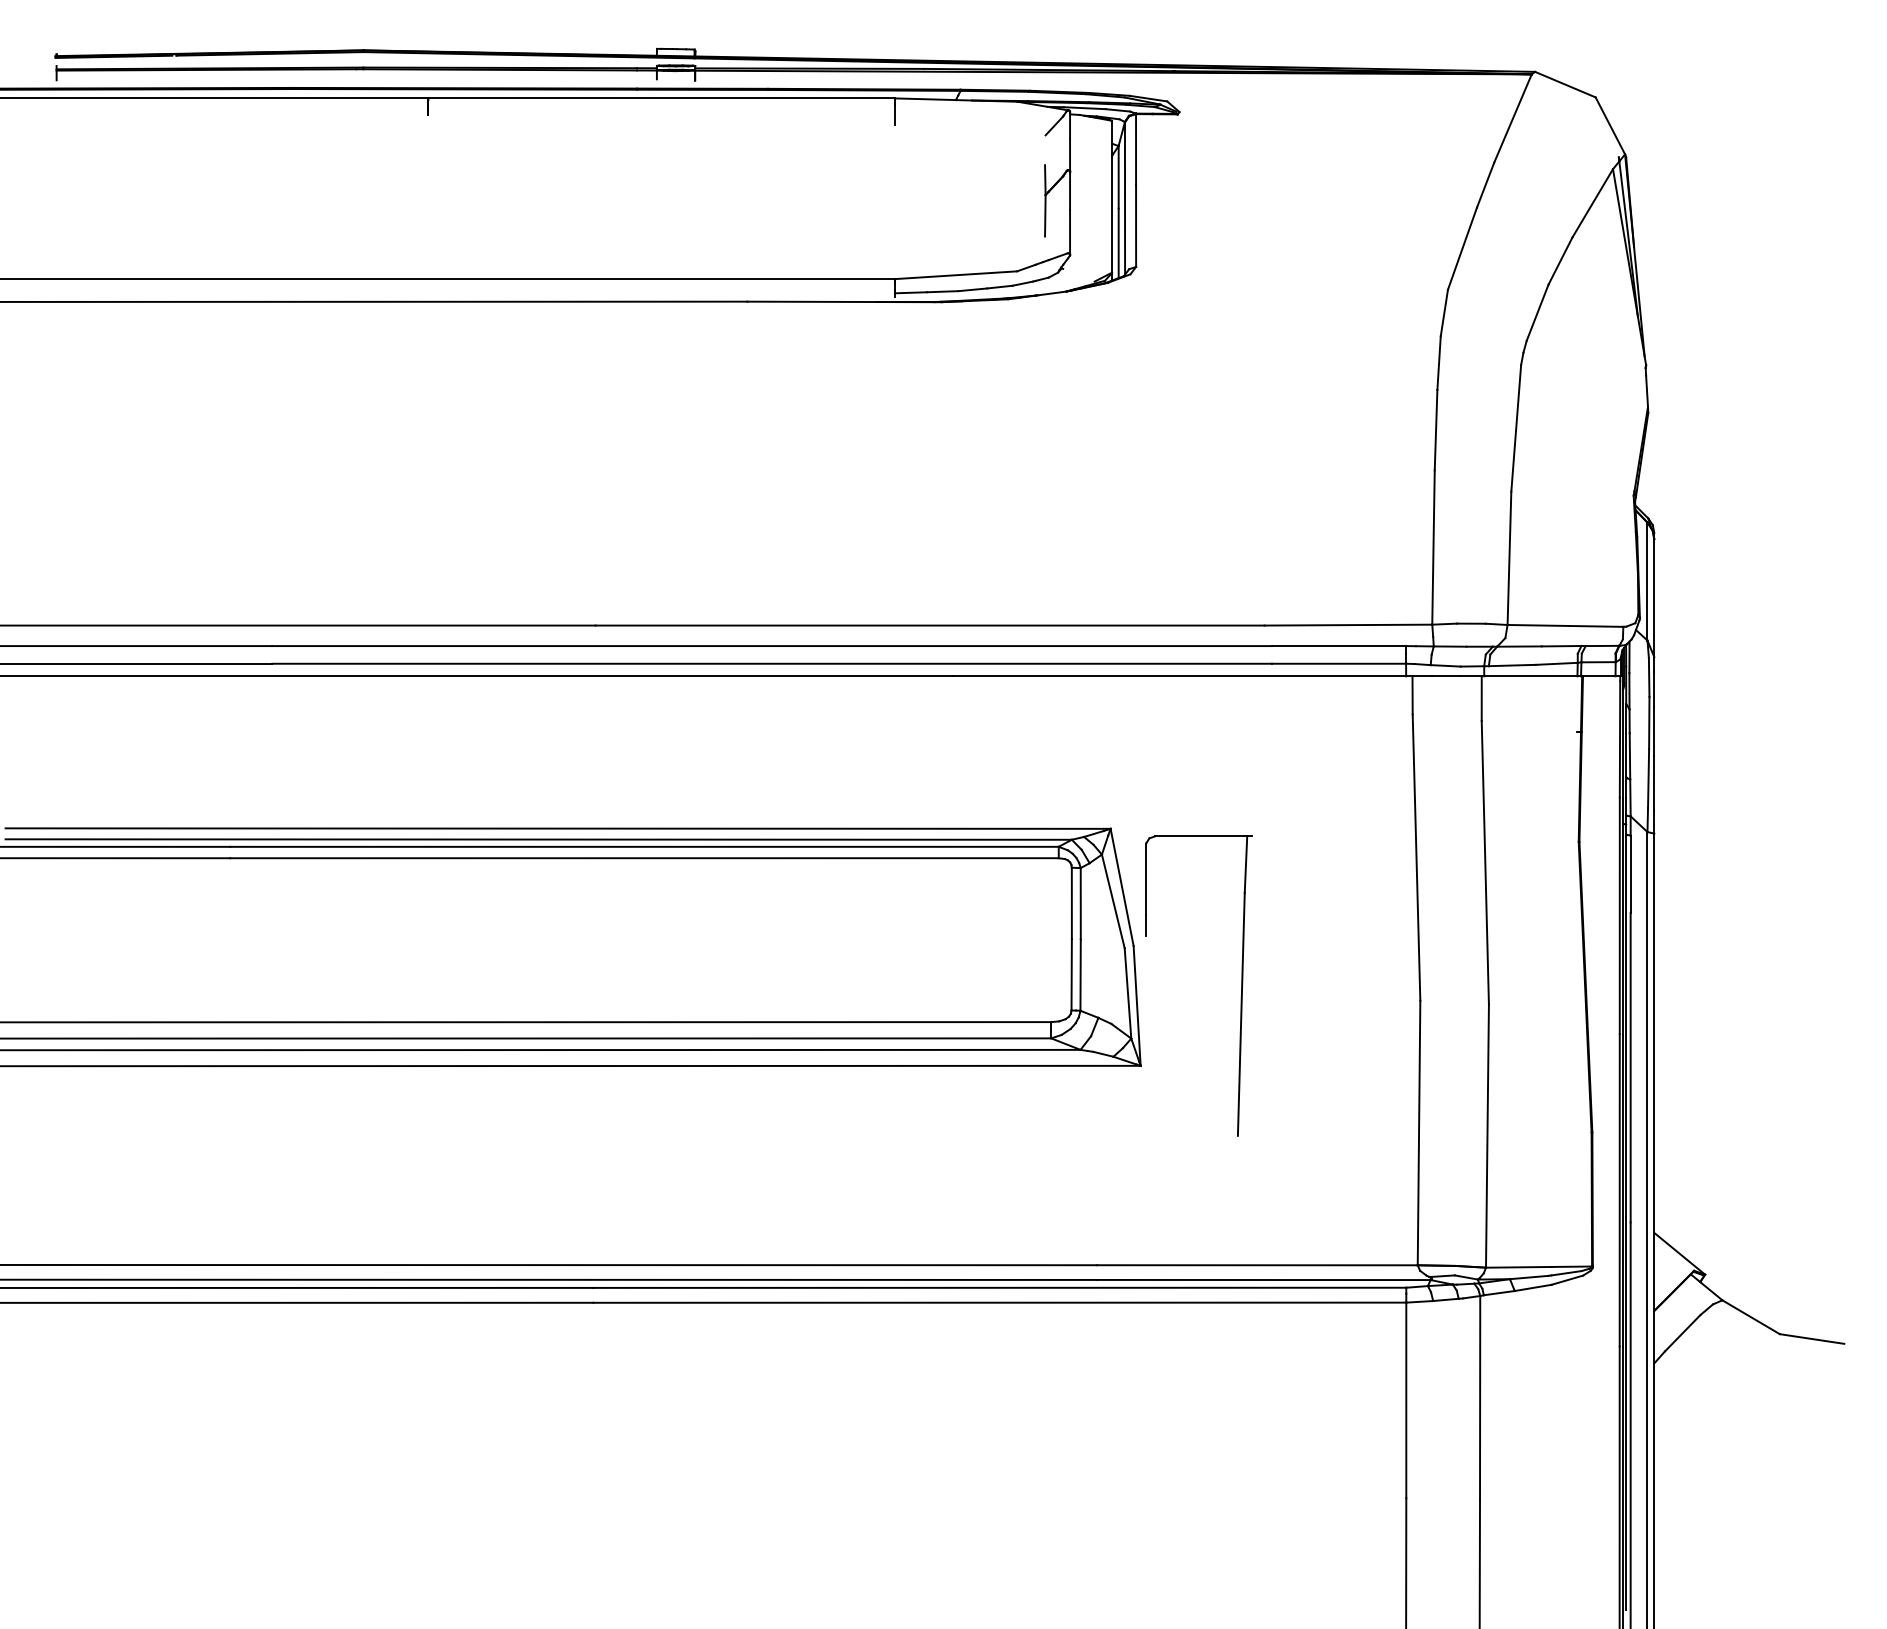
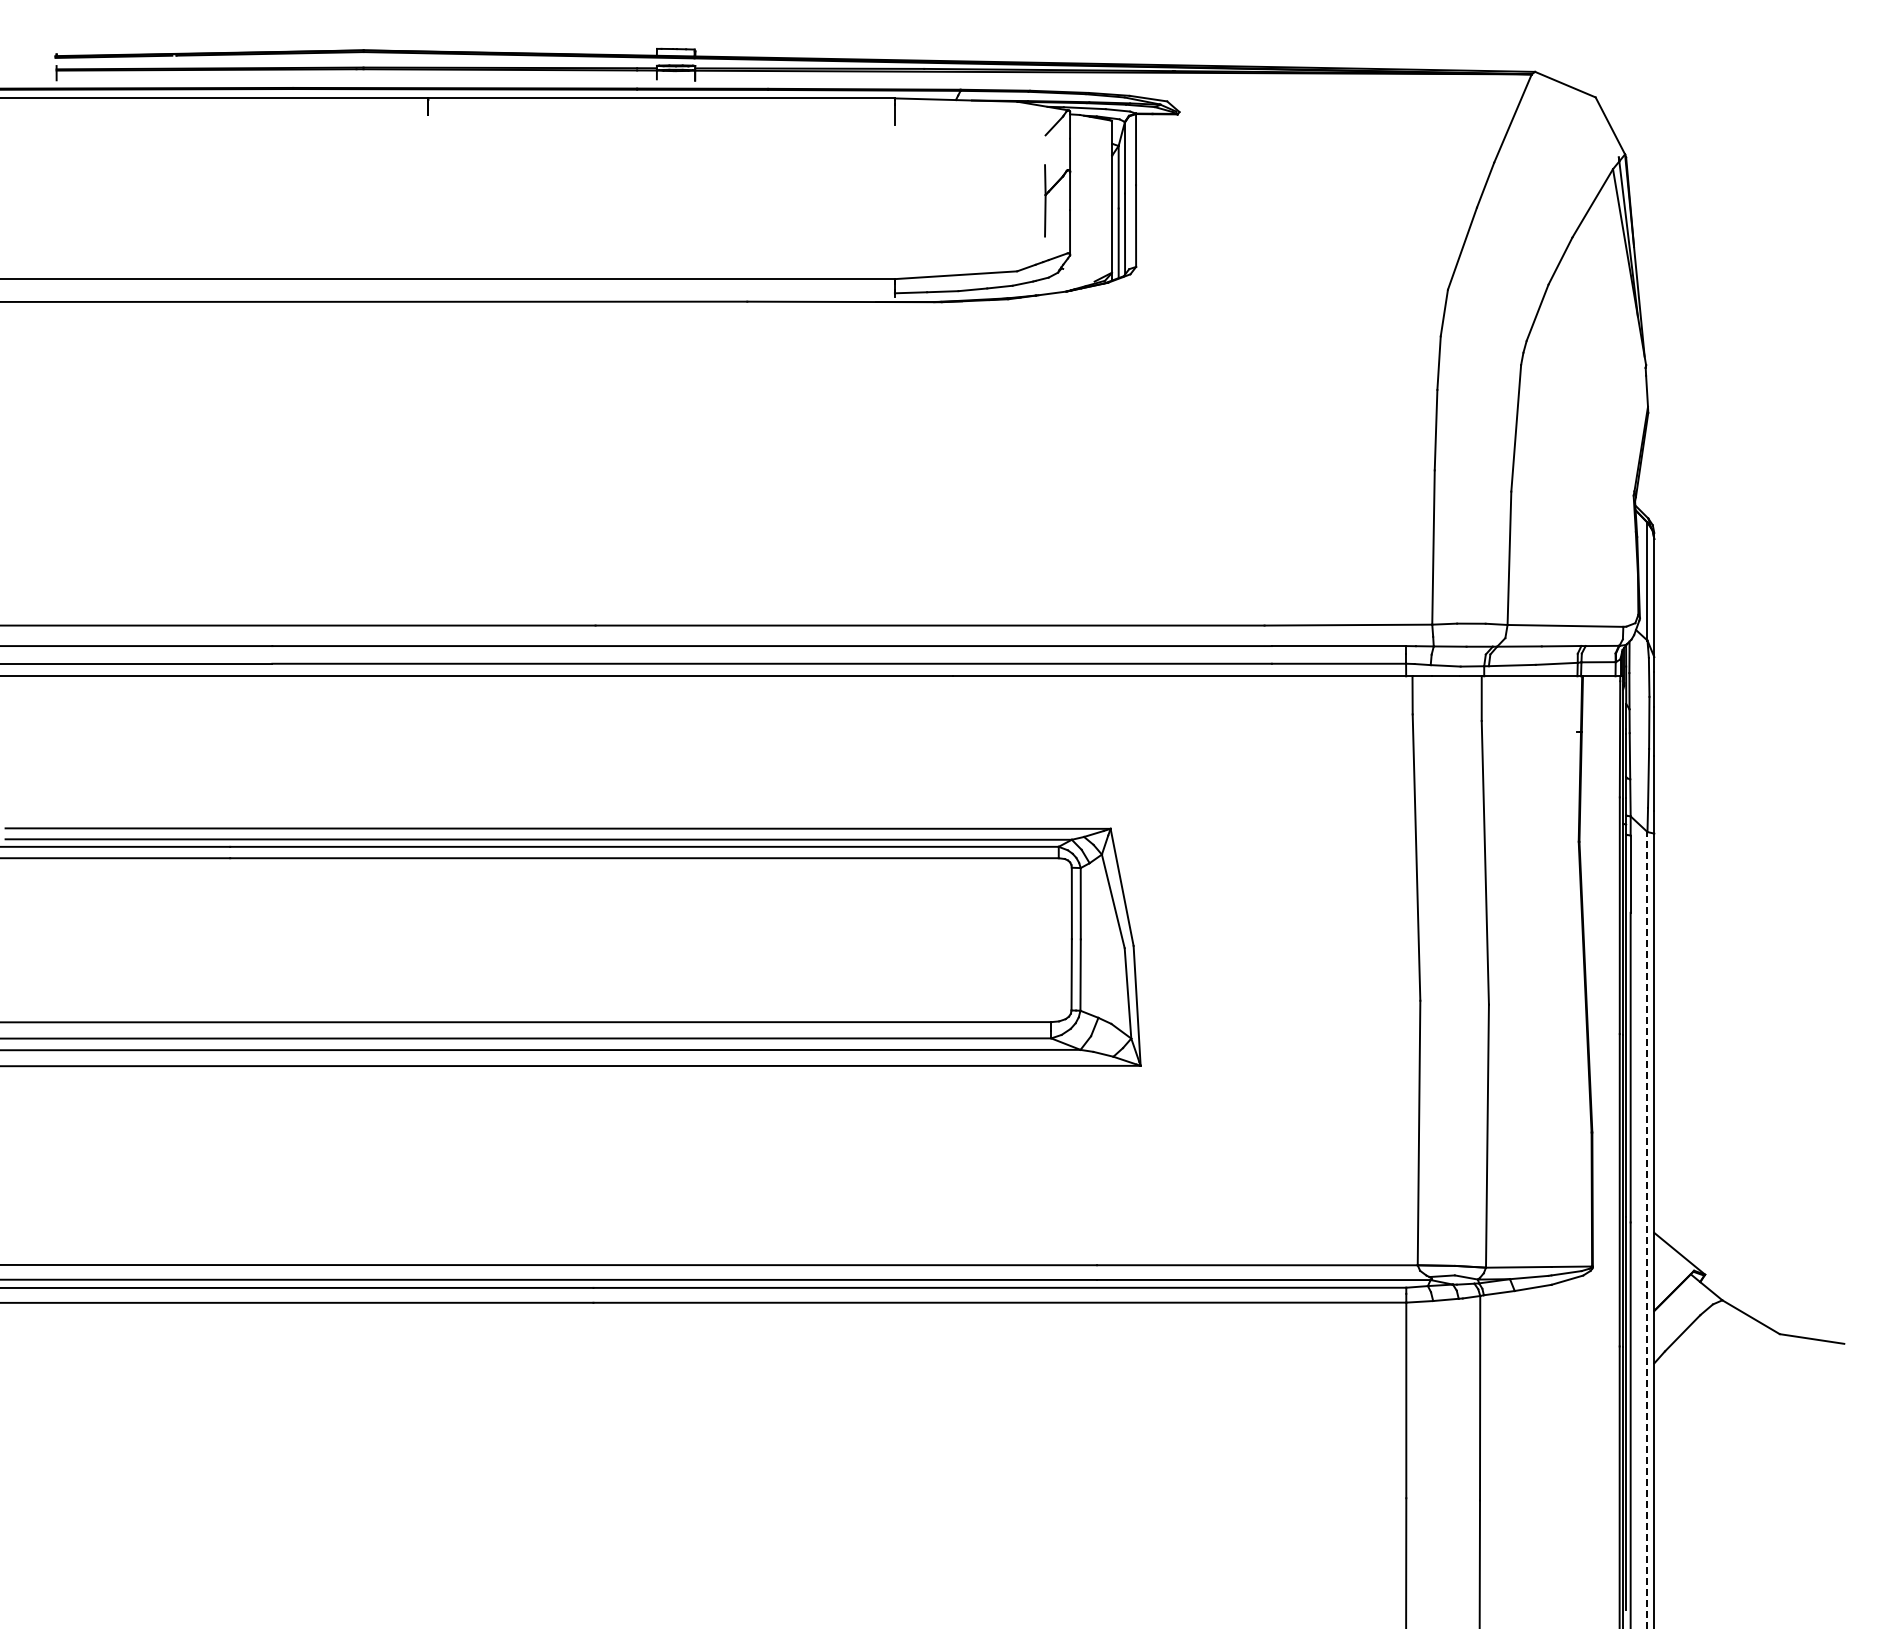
part at (1241, 985): present -> none
line at (1647, 1229): solid -> dashed
